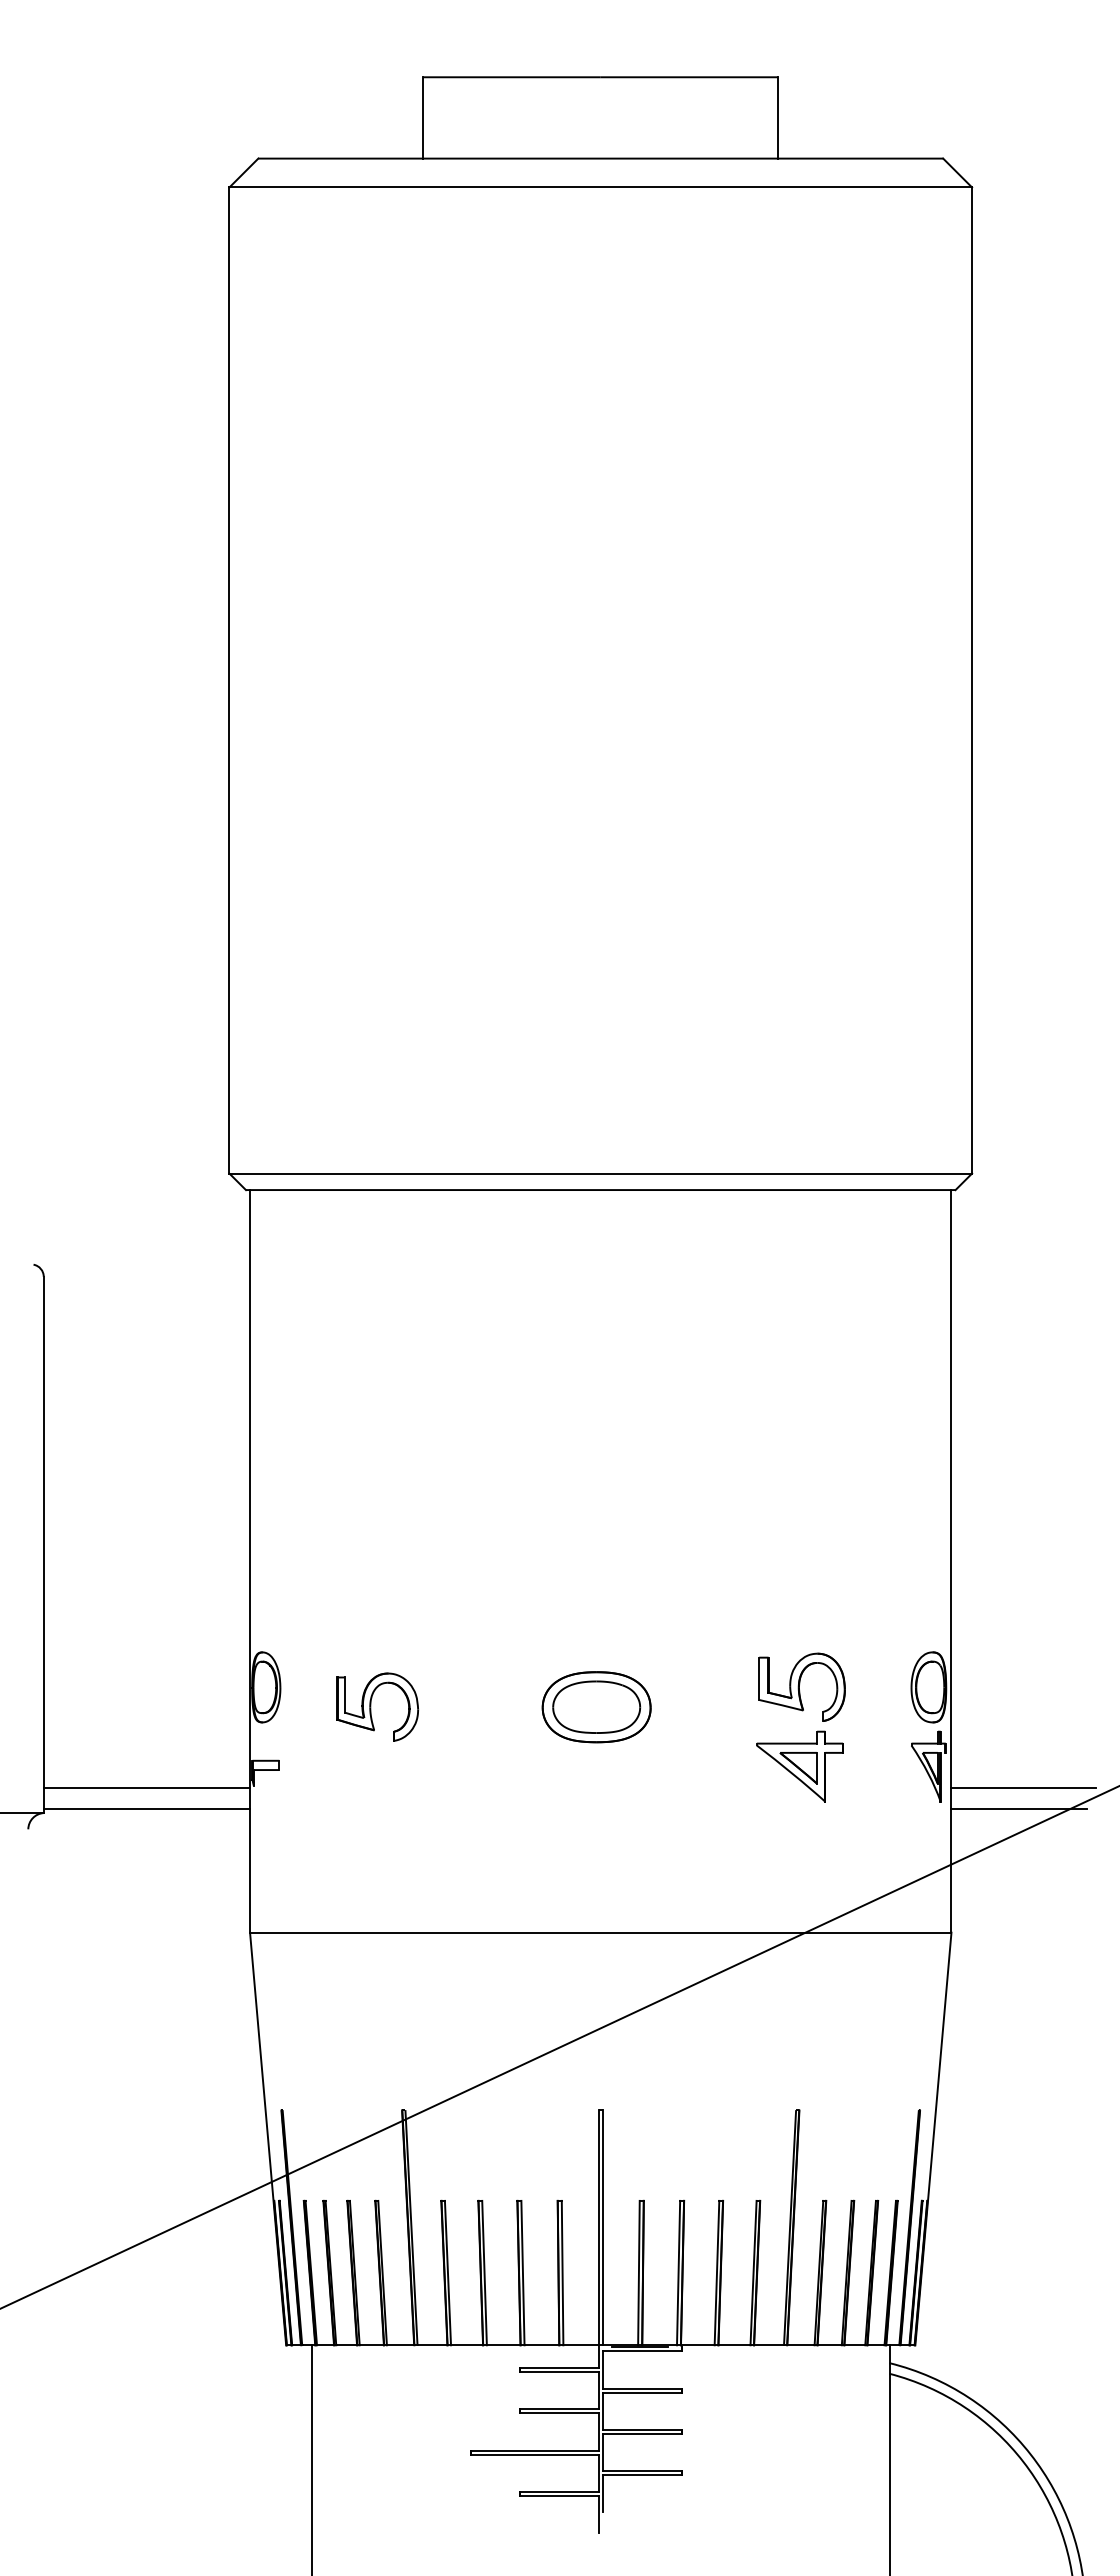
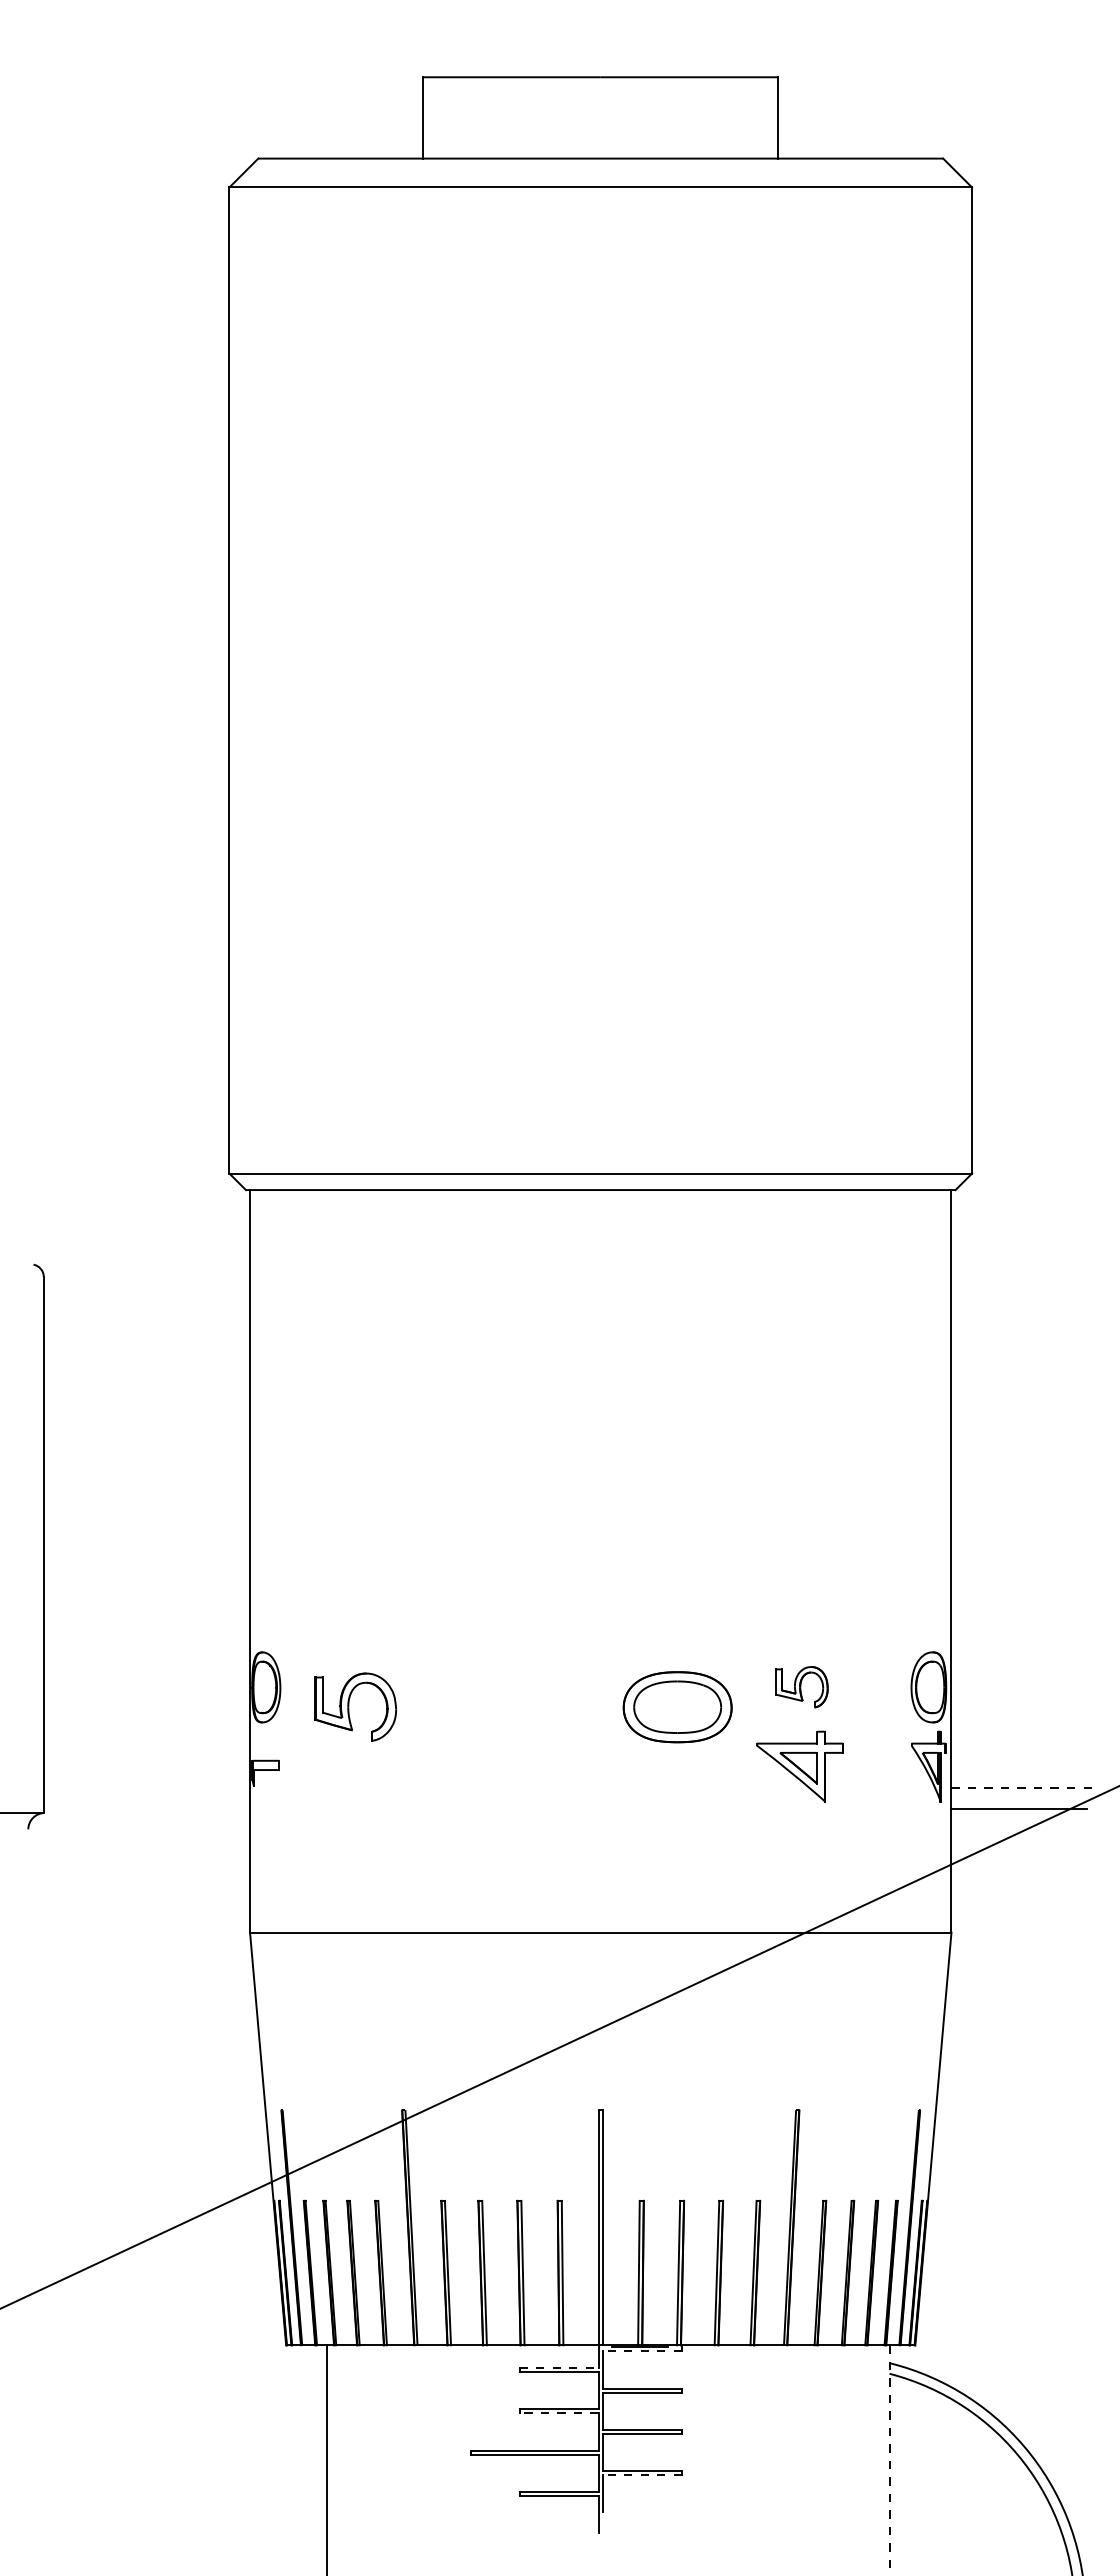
part at (801, 1686) size: 88x70 px -> 54x43 px
part at (377, 1706) position: (377, 1706) -> (355, 1706)
part at (596, 1707) position: (596, 1707) -> (677, 1707)
line at (146, 1788): present -> none
line at (1024, 1788): solid -> dashed
line at (146, 1808): present -> none
line at (642, 2351): solid -> dashed
line at (559, 2367): solid -> dashed
line at (559, 2413): solid -> dashed
line at (311, 2458) position: (311, 2458) -> (326, 2458)
line at (889, 2460): solid -> dashed
line at (642, 2475): solid -> dashed
